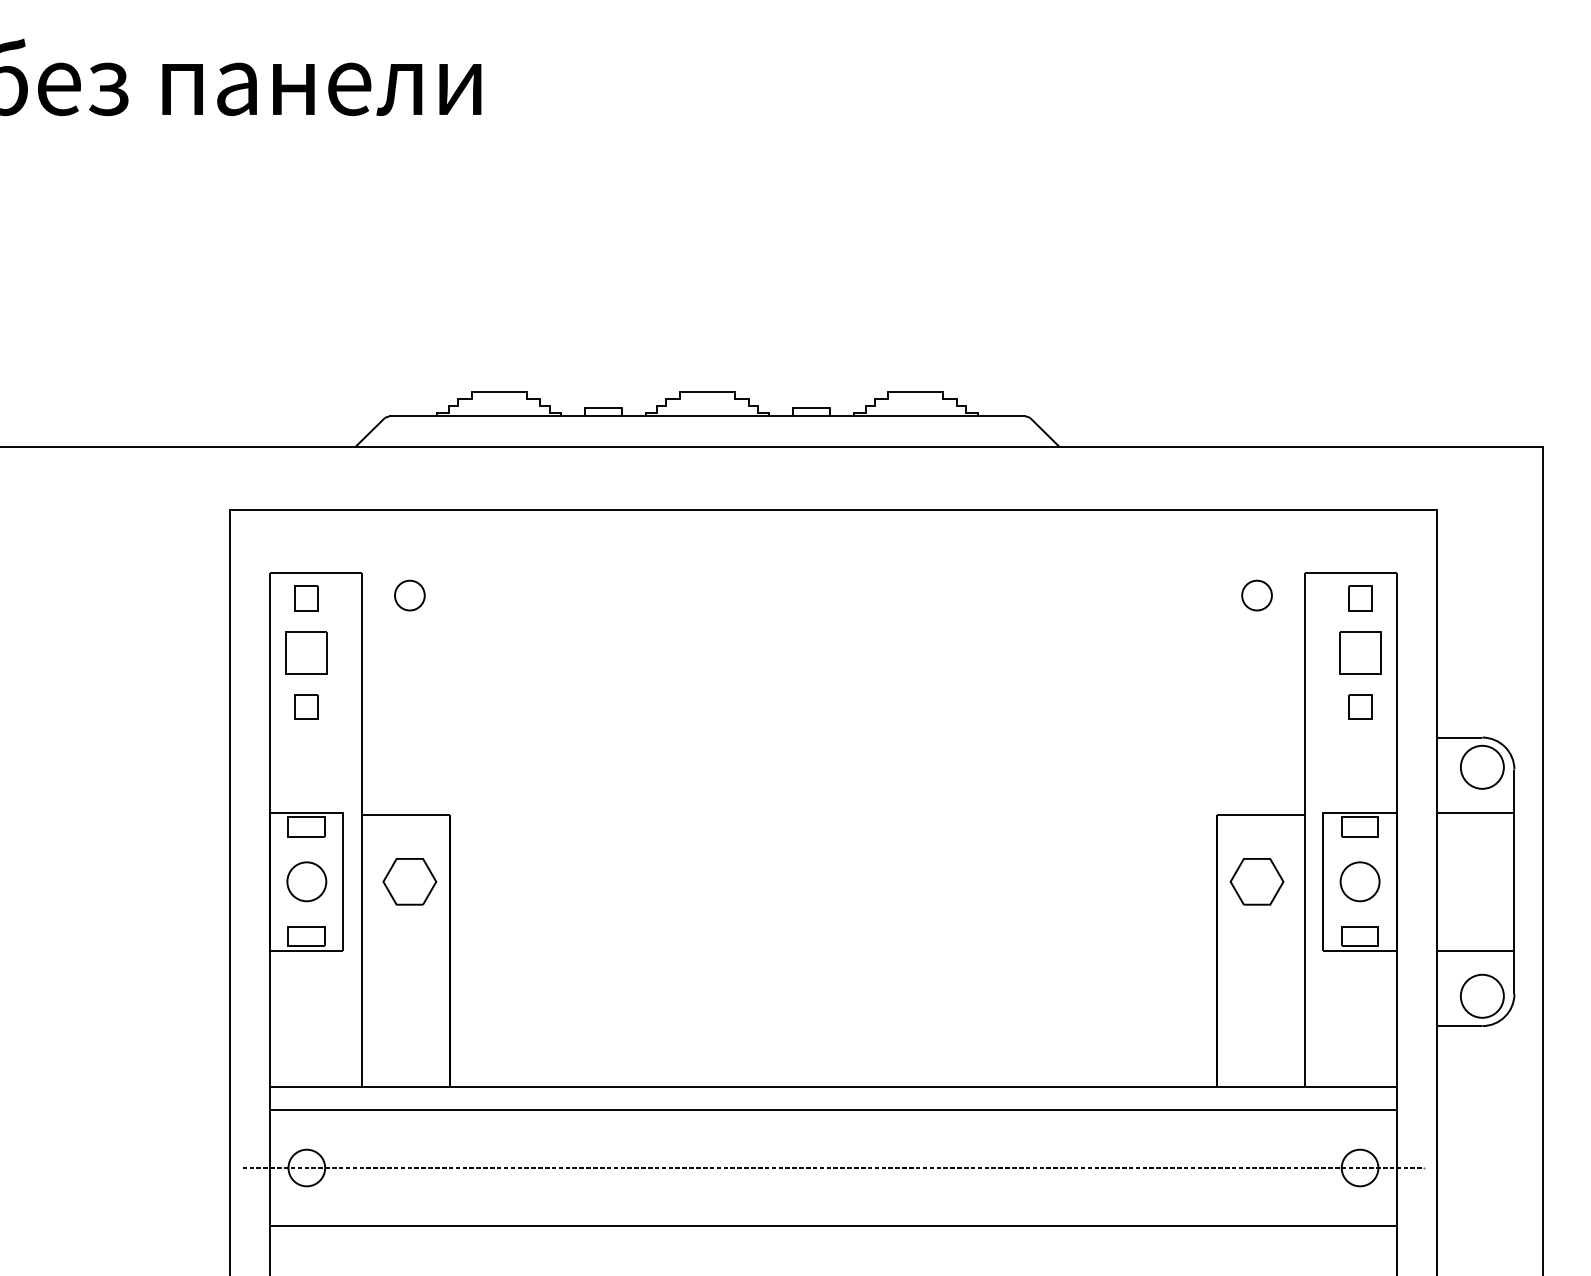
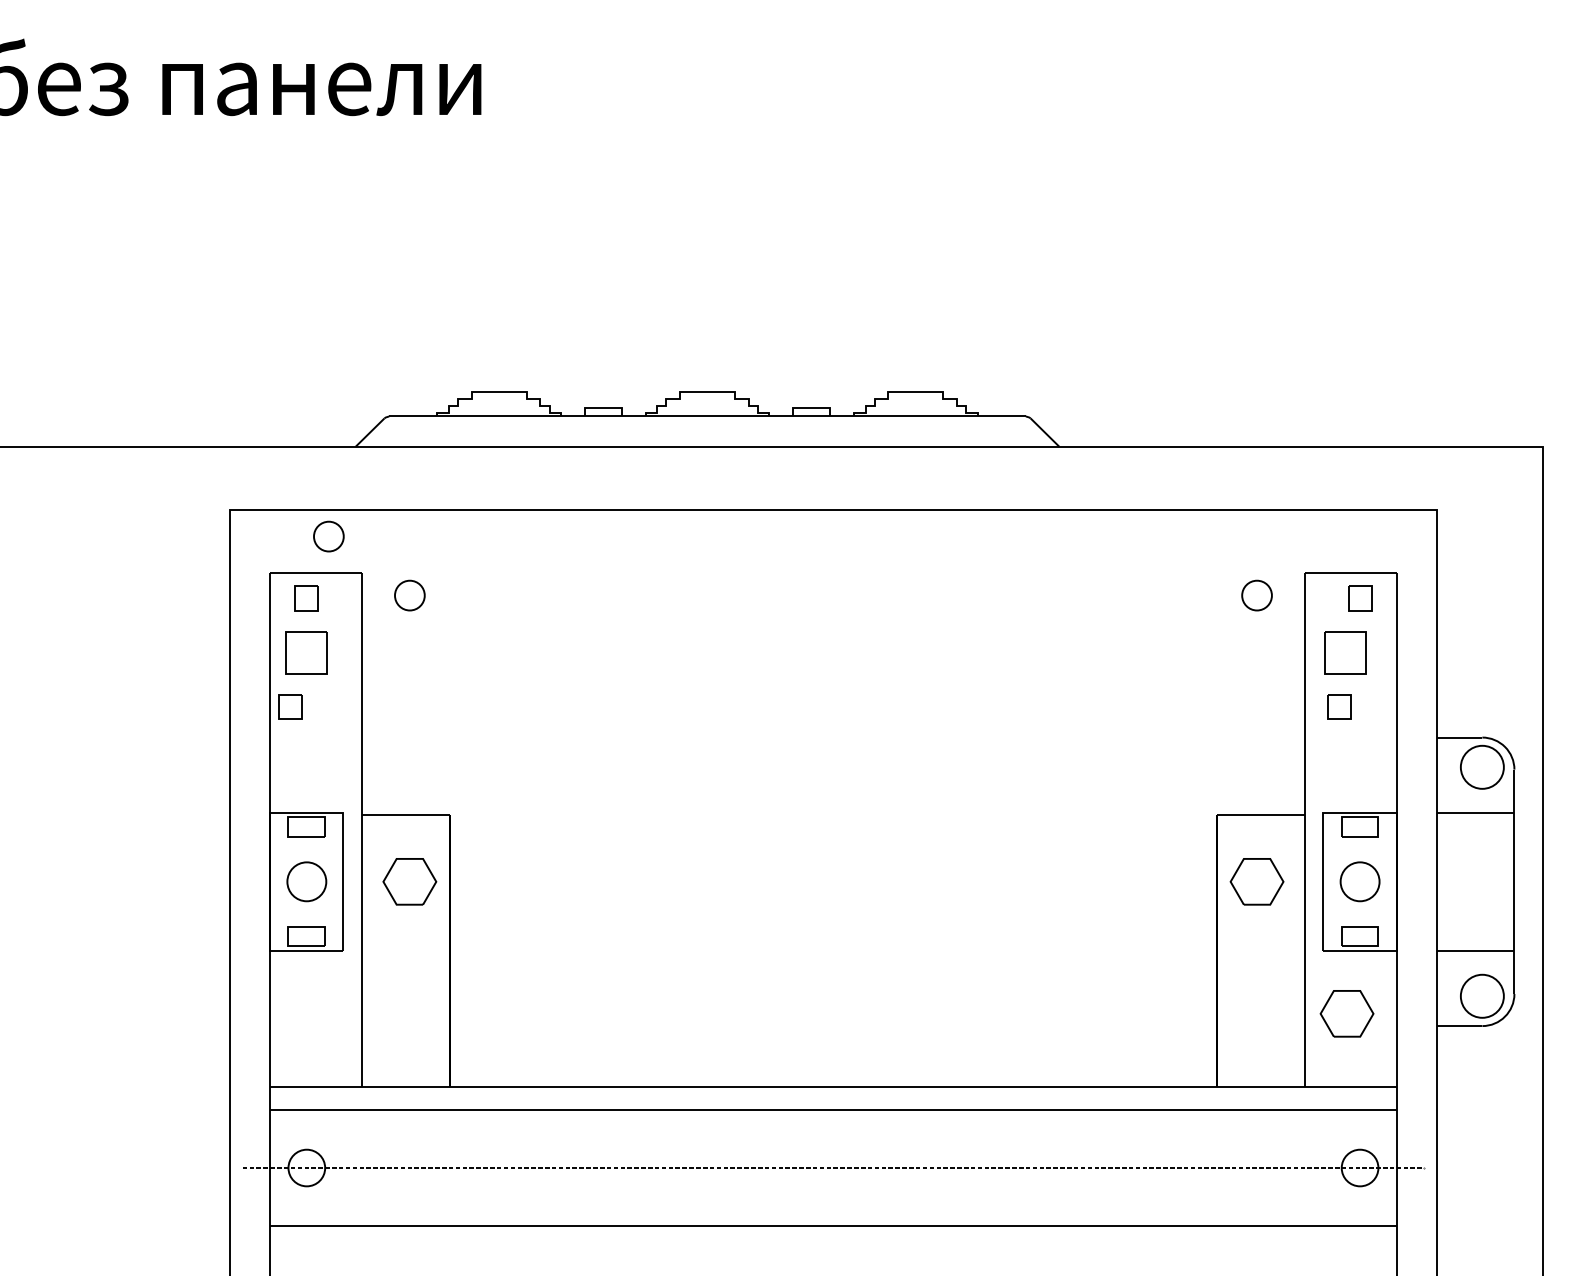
part at (328, 536): none -> present
part at (1360, 652) position: (1360, 652) -> (1345, 652)
part at (306, 706) position: (306, 706) -> (290, 706)
part at (1360, 706) position: (1360, 706) -> (1339, 706)
part at (1346, 1013): none -> present
